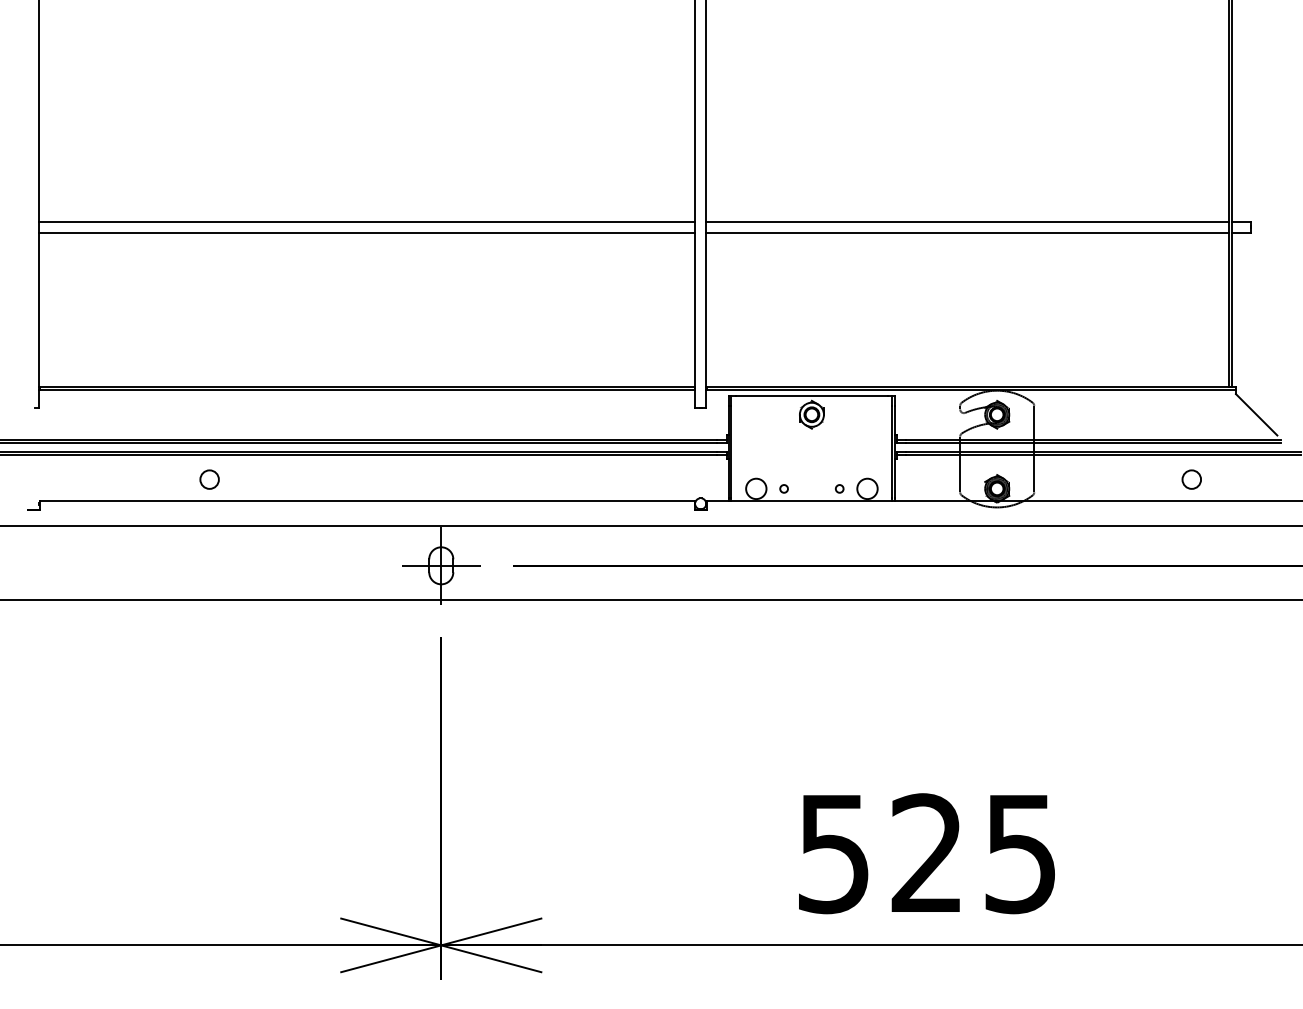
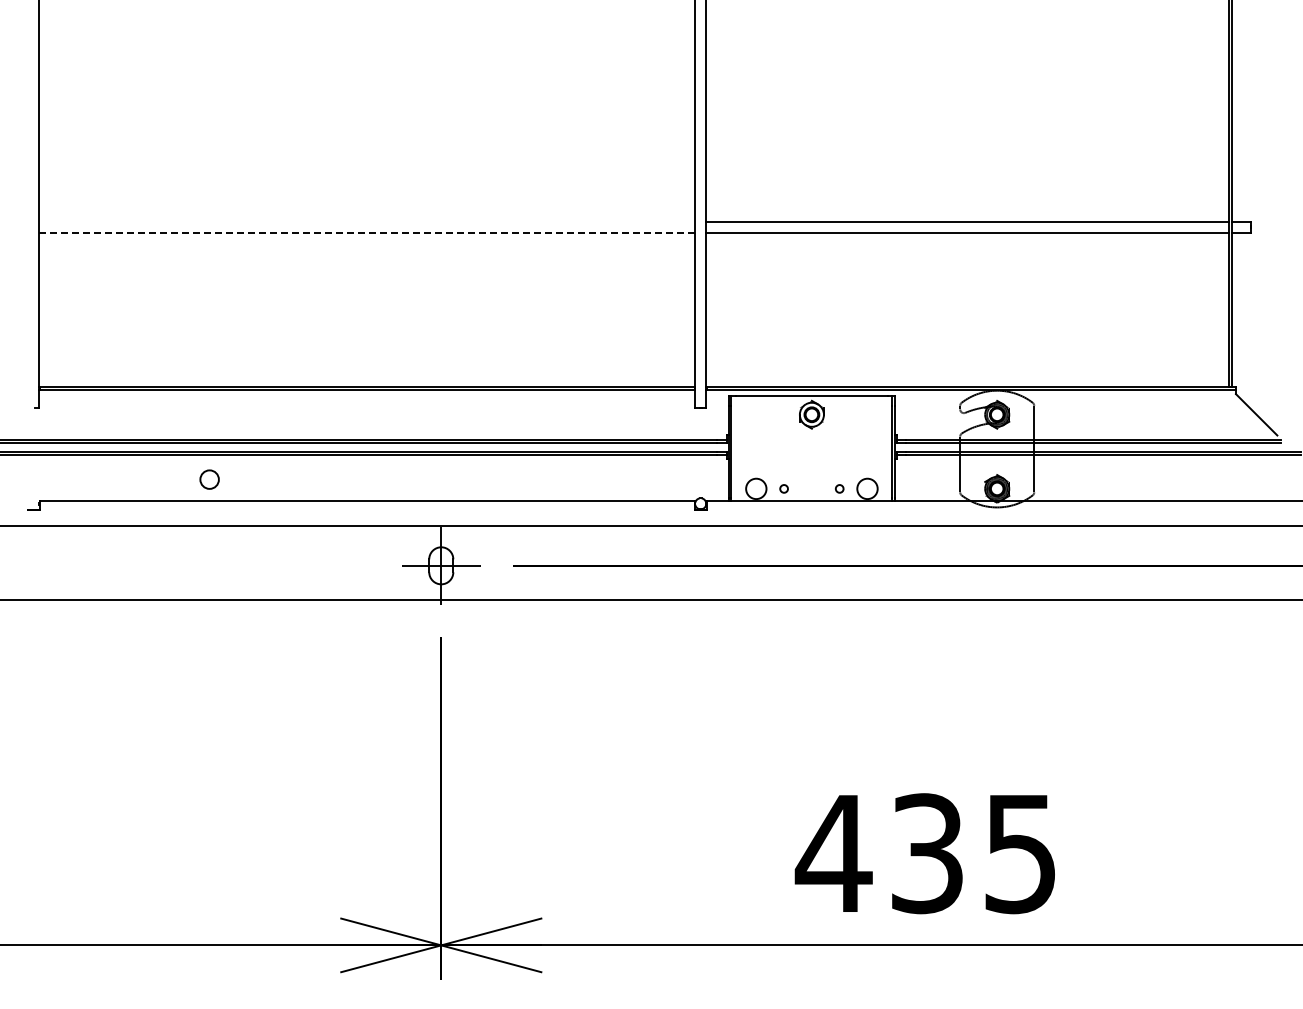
line at (367, 221): present -> none
line at (367, 232): solid -> dashed
circle at (1191, 479): present -> none
text at (878, 853): 525 -> 435
